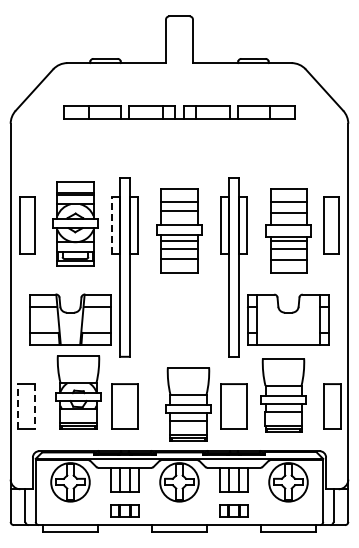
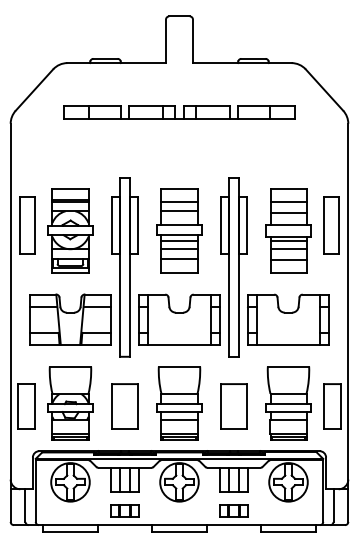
part at (75, 223) position: (75, 223) -> (70, 230)
line at (112, 225): dashed -> solid
part at (179, 319): none -> present
part at (78, 392) position: (78, 392) -> (70, 403)
part at (283, 395) position: (283, 395) -> (288, 403)
part at (188, 404) position: (188, 404) -> (179, 403)
line at (18, 406): dashed -> solid
line at (34, 406): dashed -> solid
